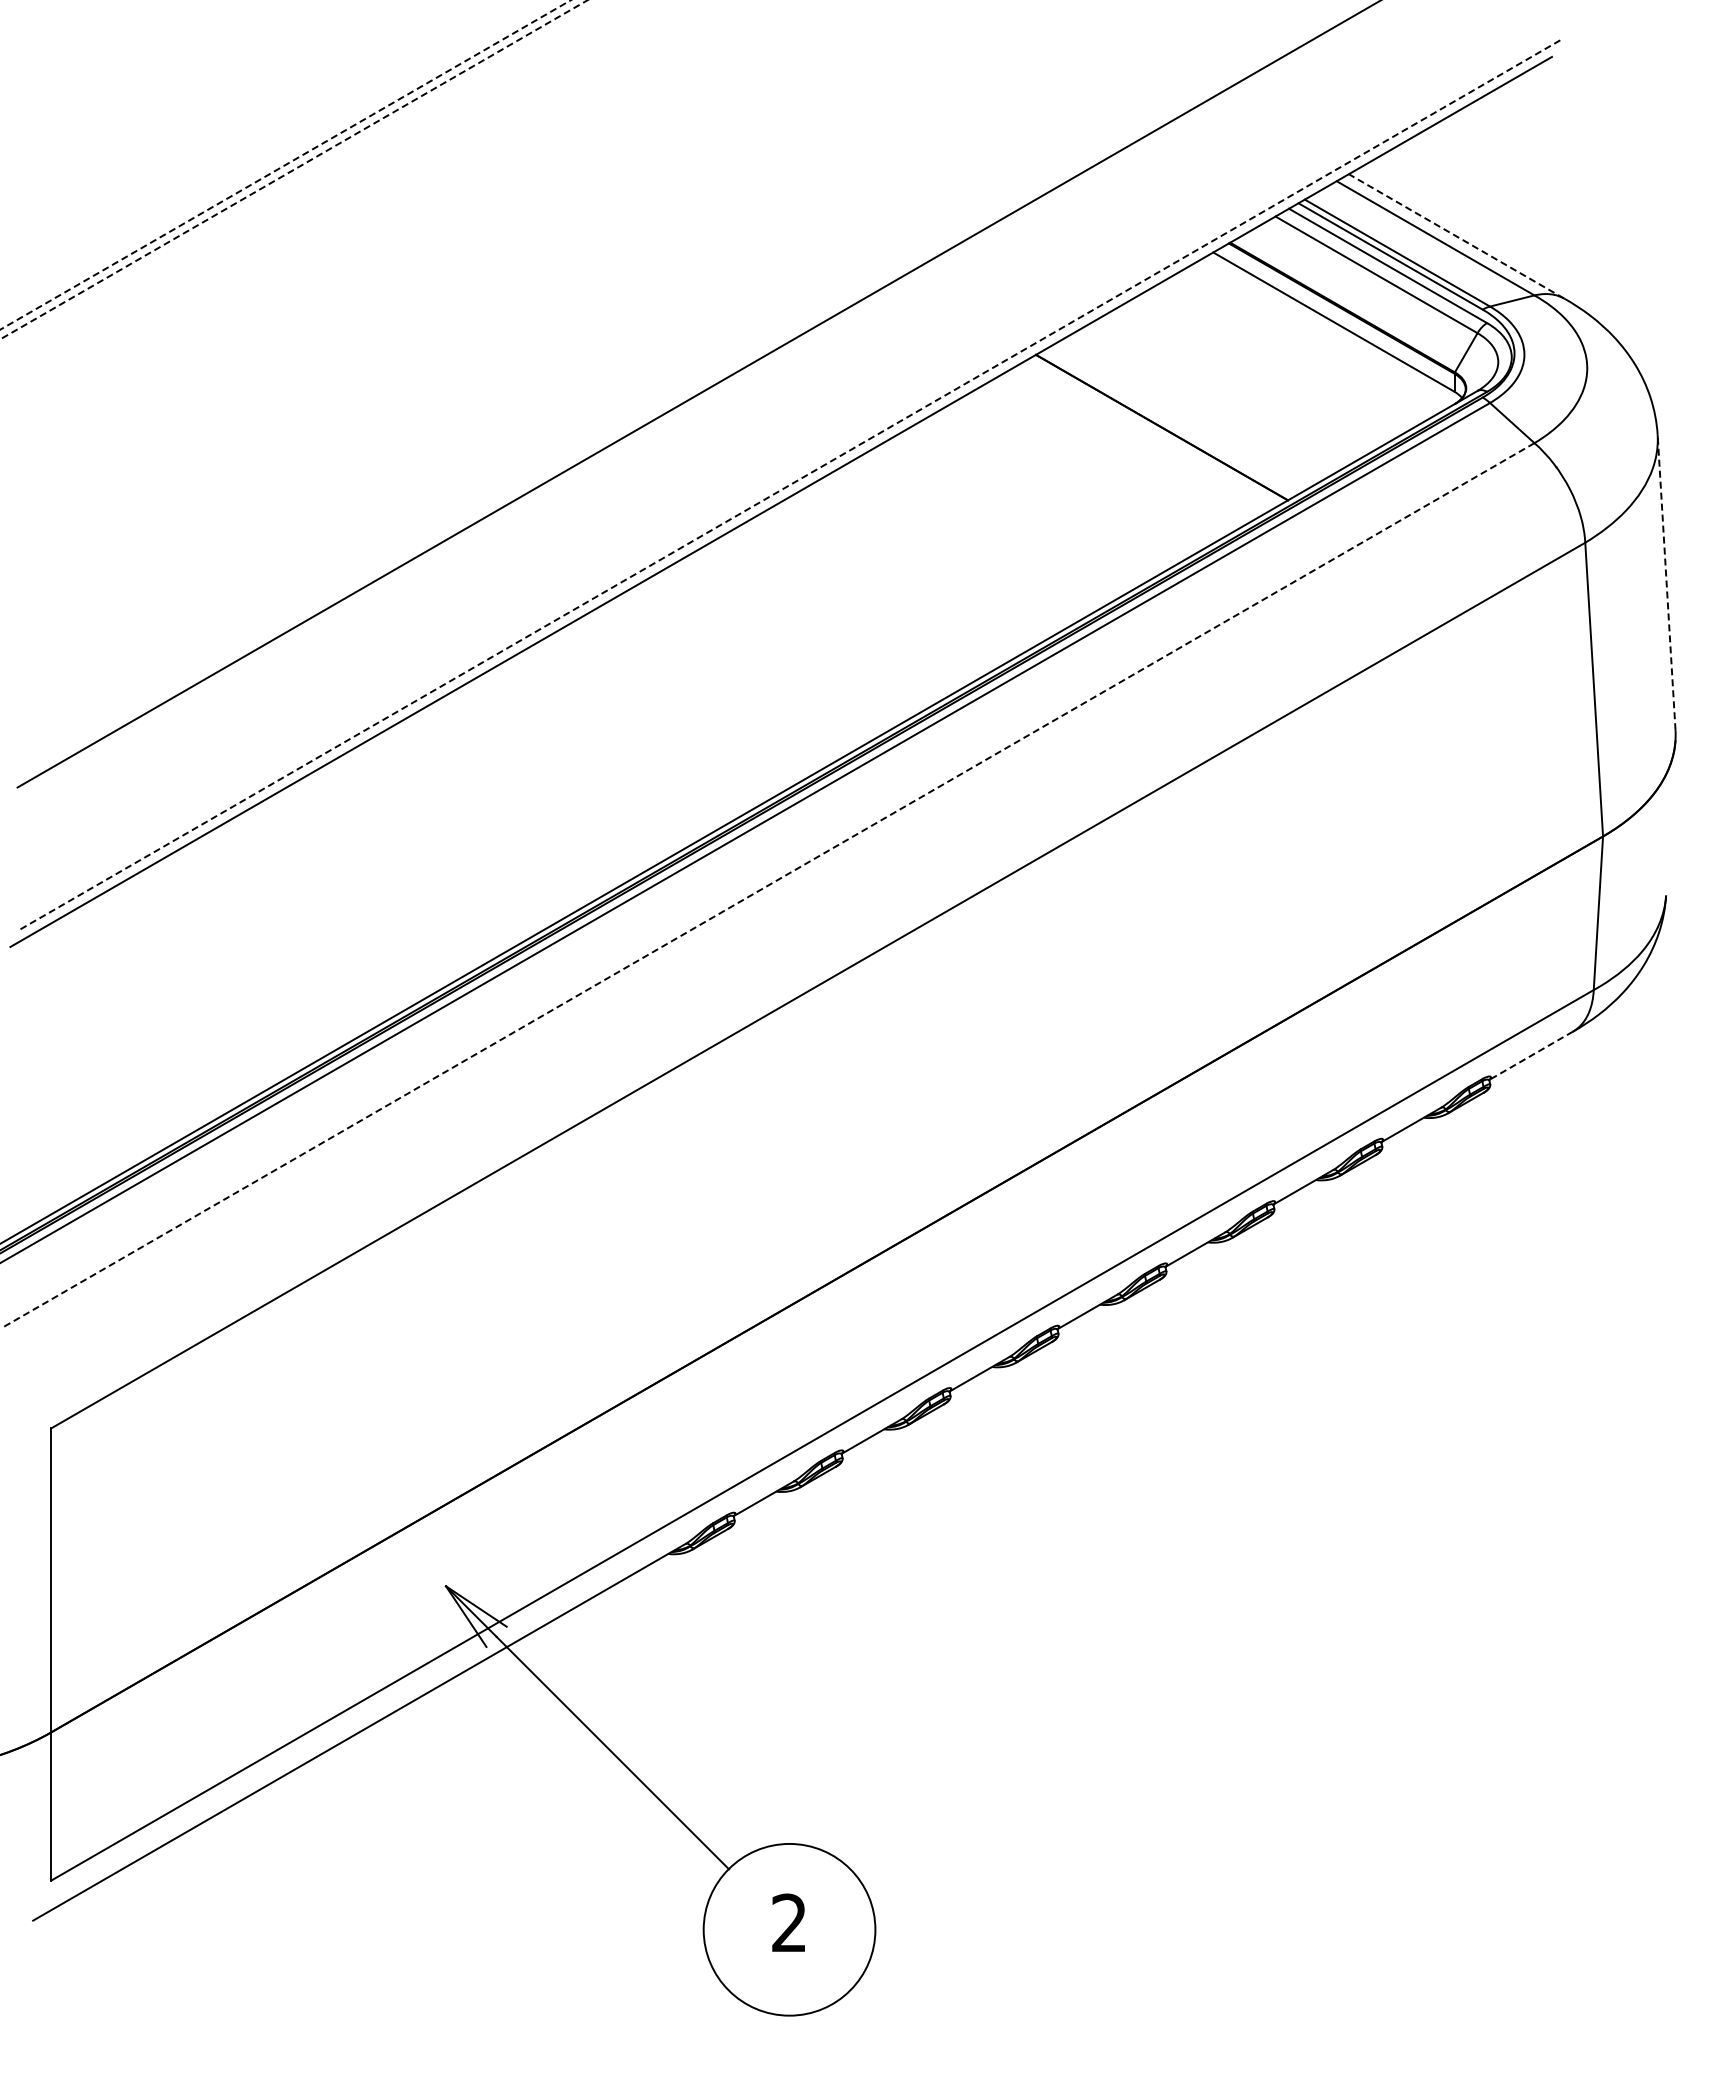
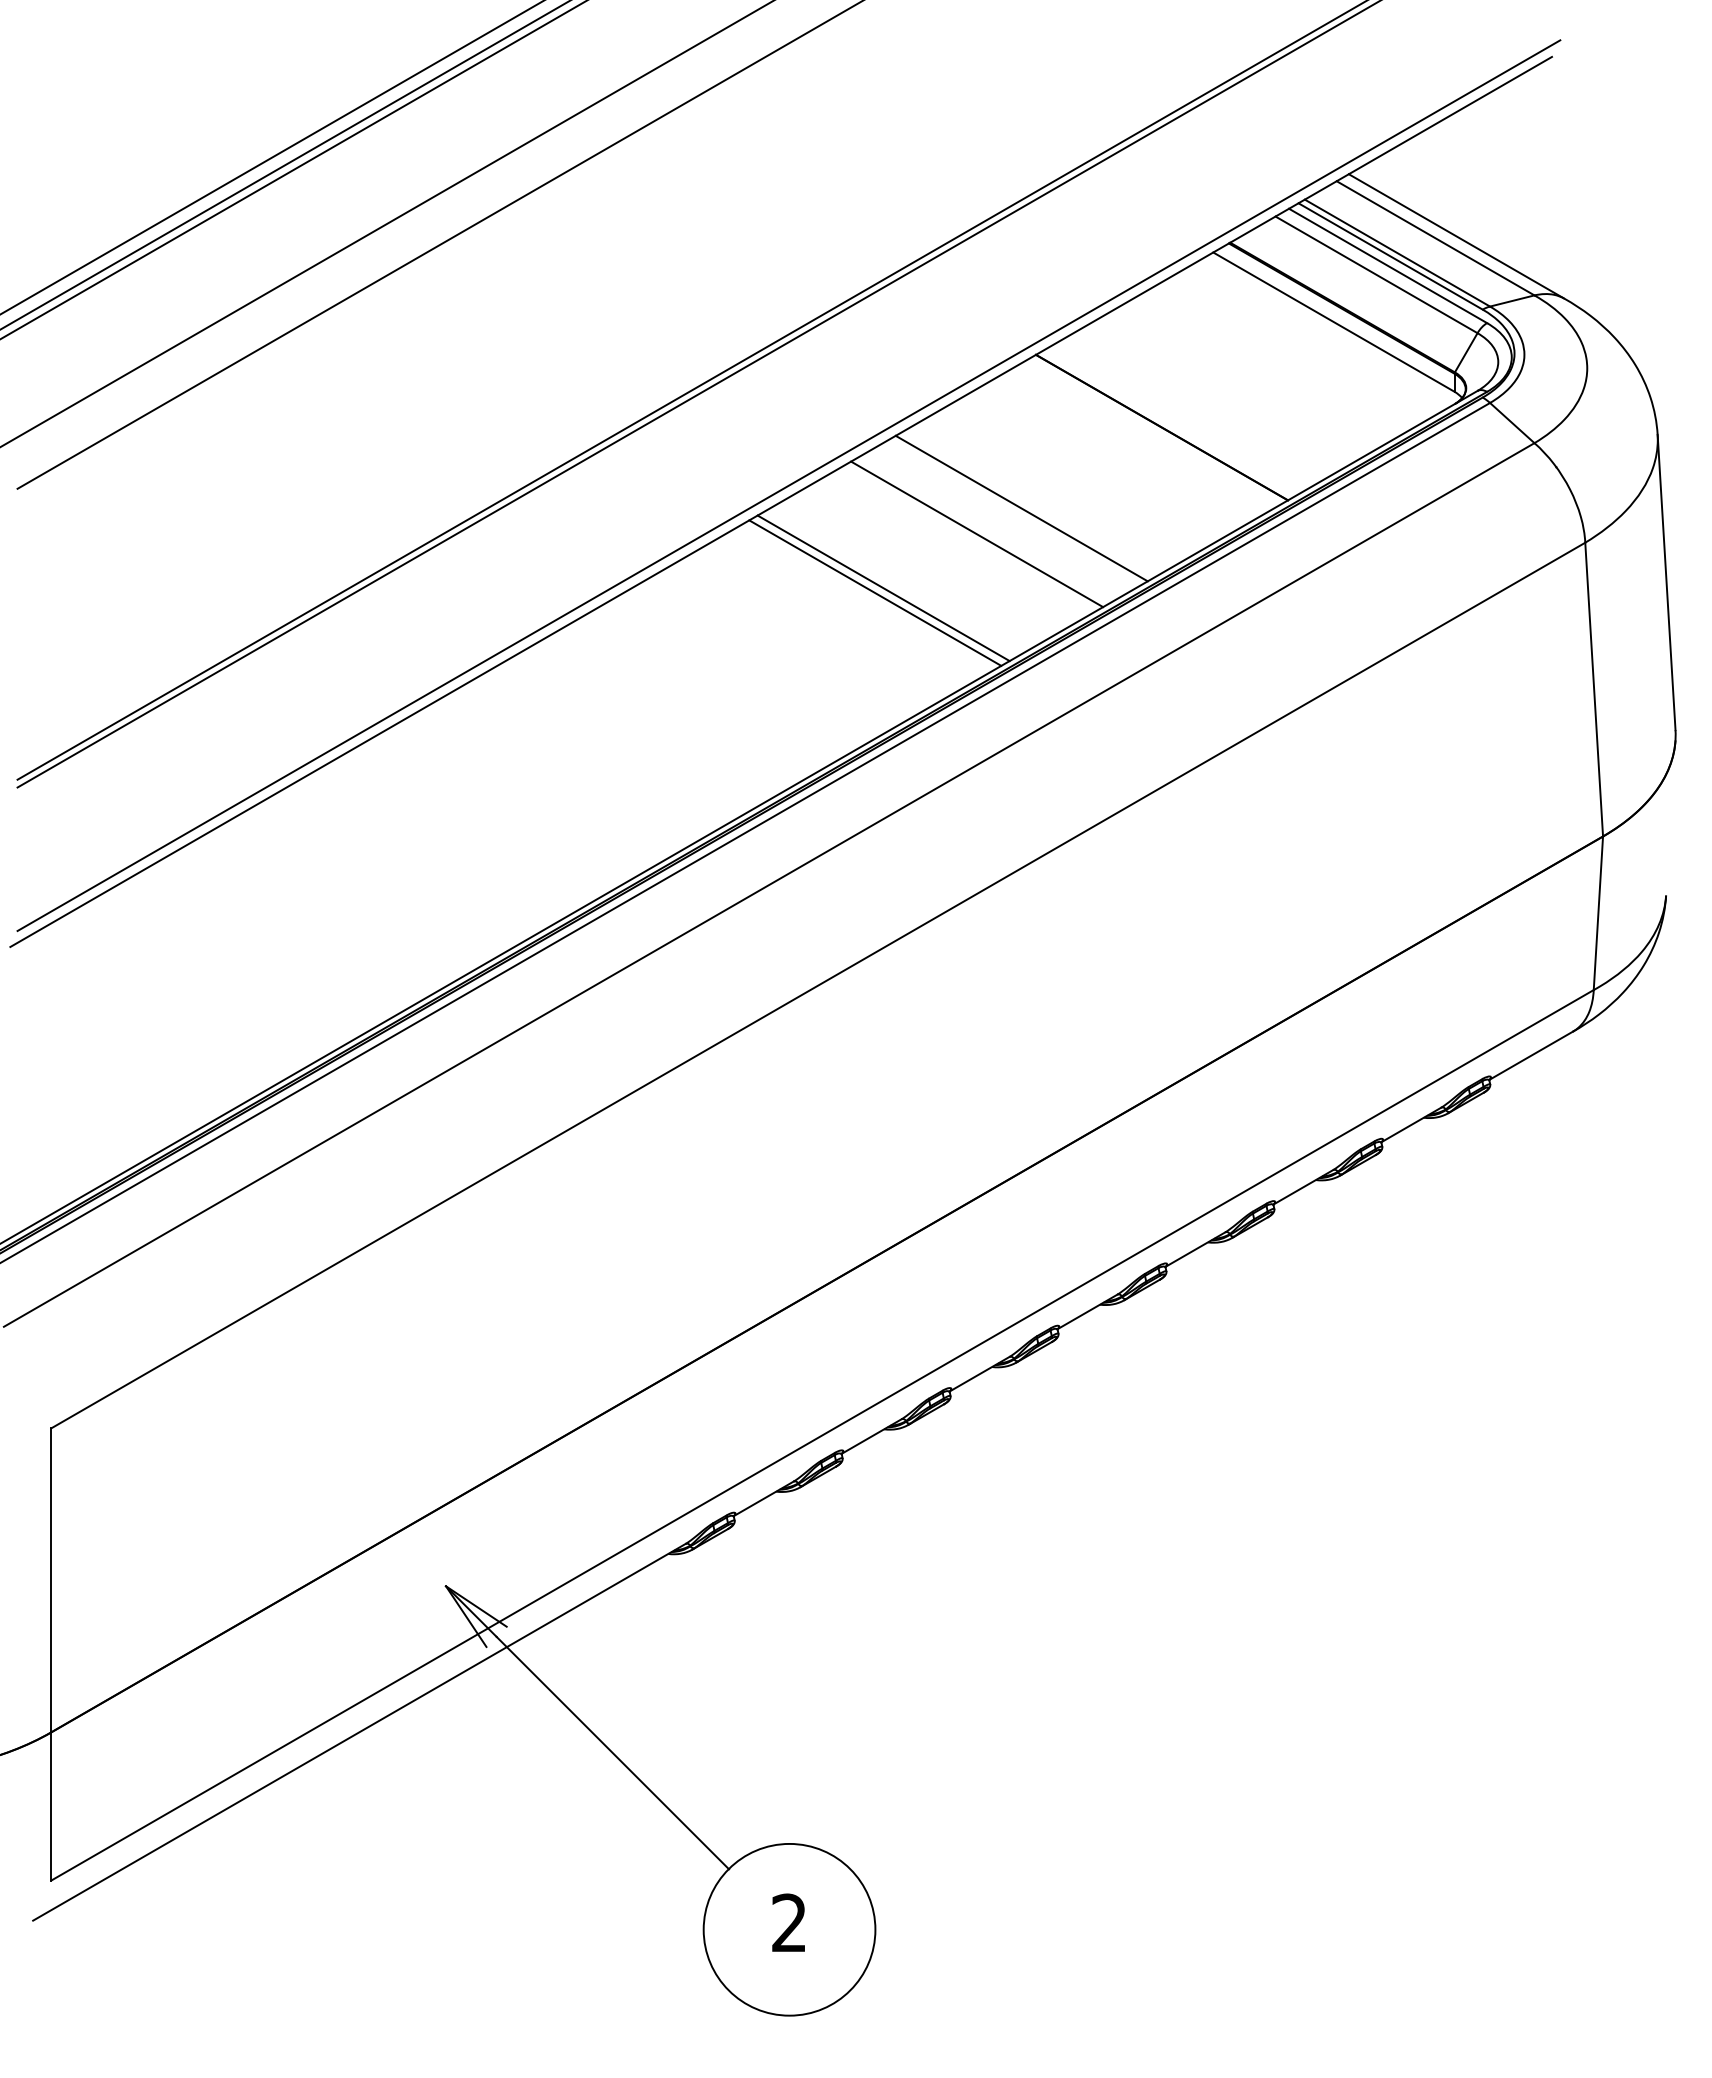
line at (271, 157): none -> present
line at (285, 165): dashed -> solid
line at (293, 169): dashed -> solid
line at (386, 224): none -> present
line at (1455, 236): dashed -> solid
line at (438, 245): none -> present
line at (690, 390): none -> present
line at (788, 485): dashed -> solid
line at (1021, 508): none -> present
line at (977, 534): none -> present
line at (1666, 582): dashed -> solid
line at (883, 588): none -> present
line at (875, 592): none -> present
line at (769, 884): dashed -> solid
line at (1530, 1055): dashed -> solid
